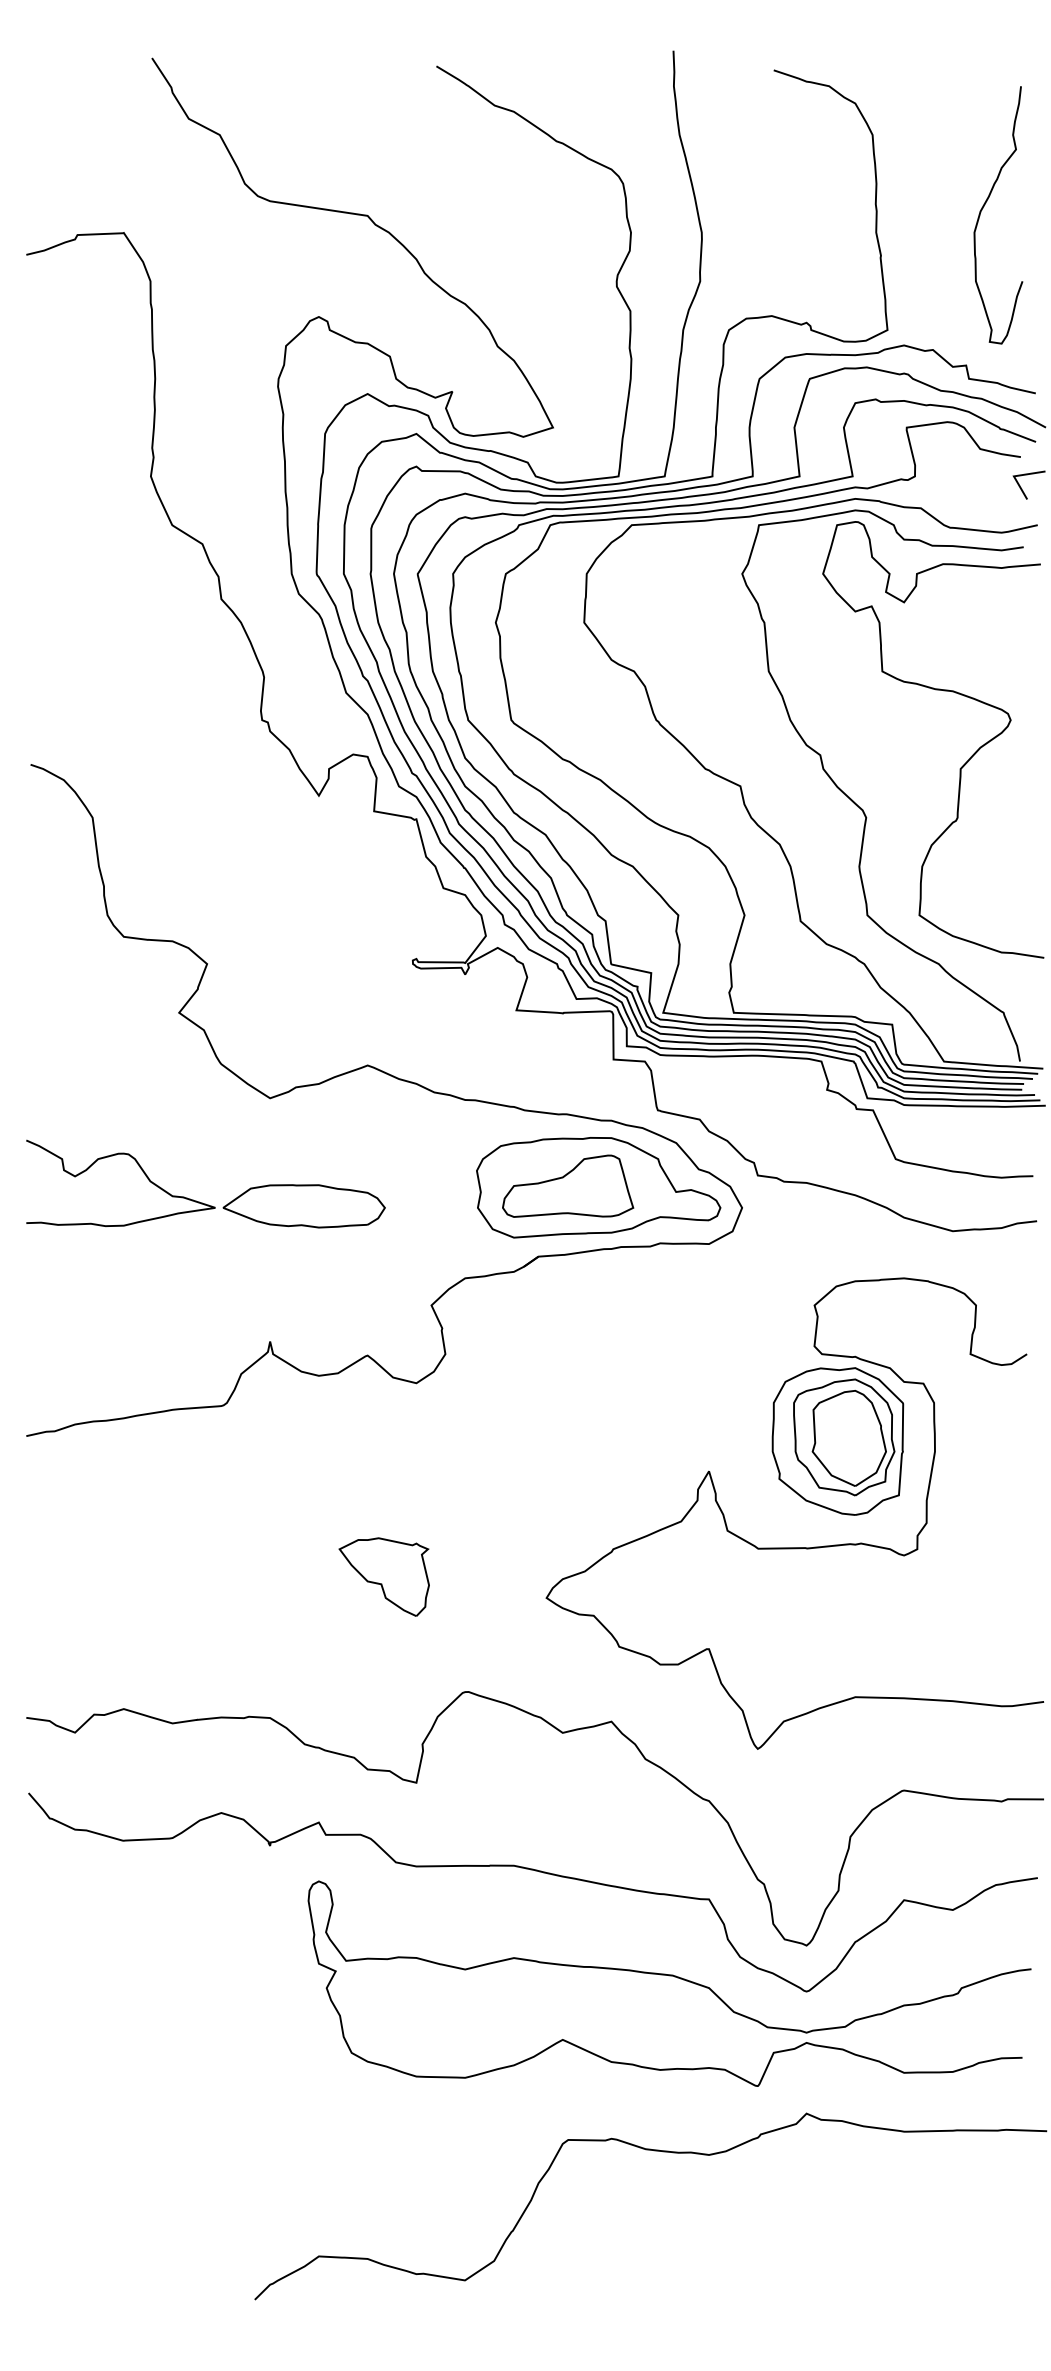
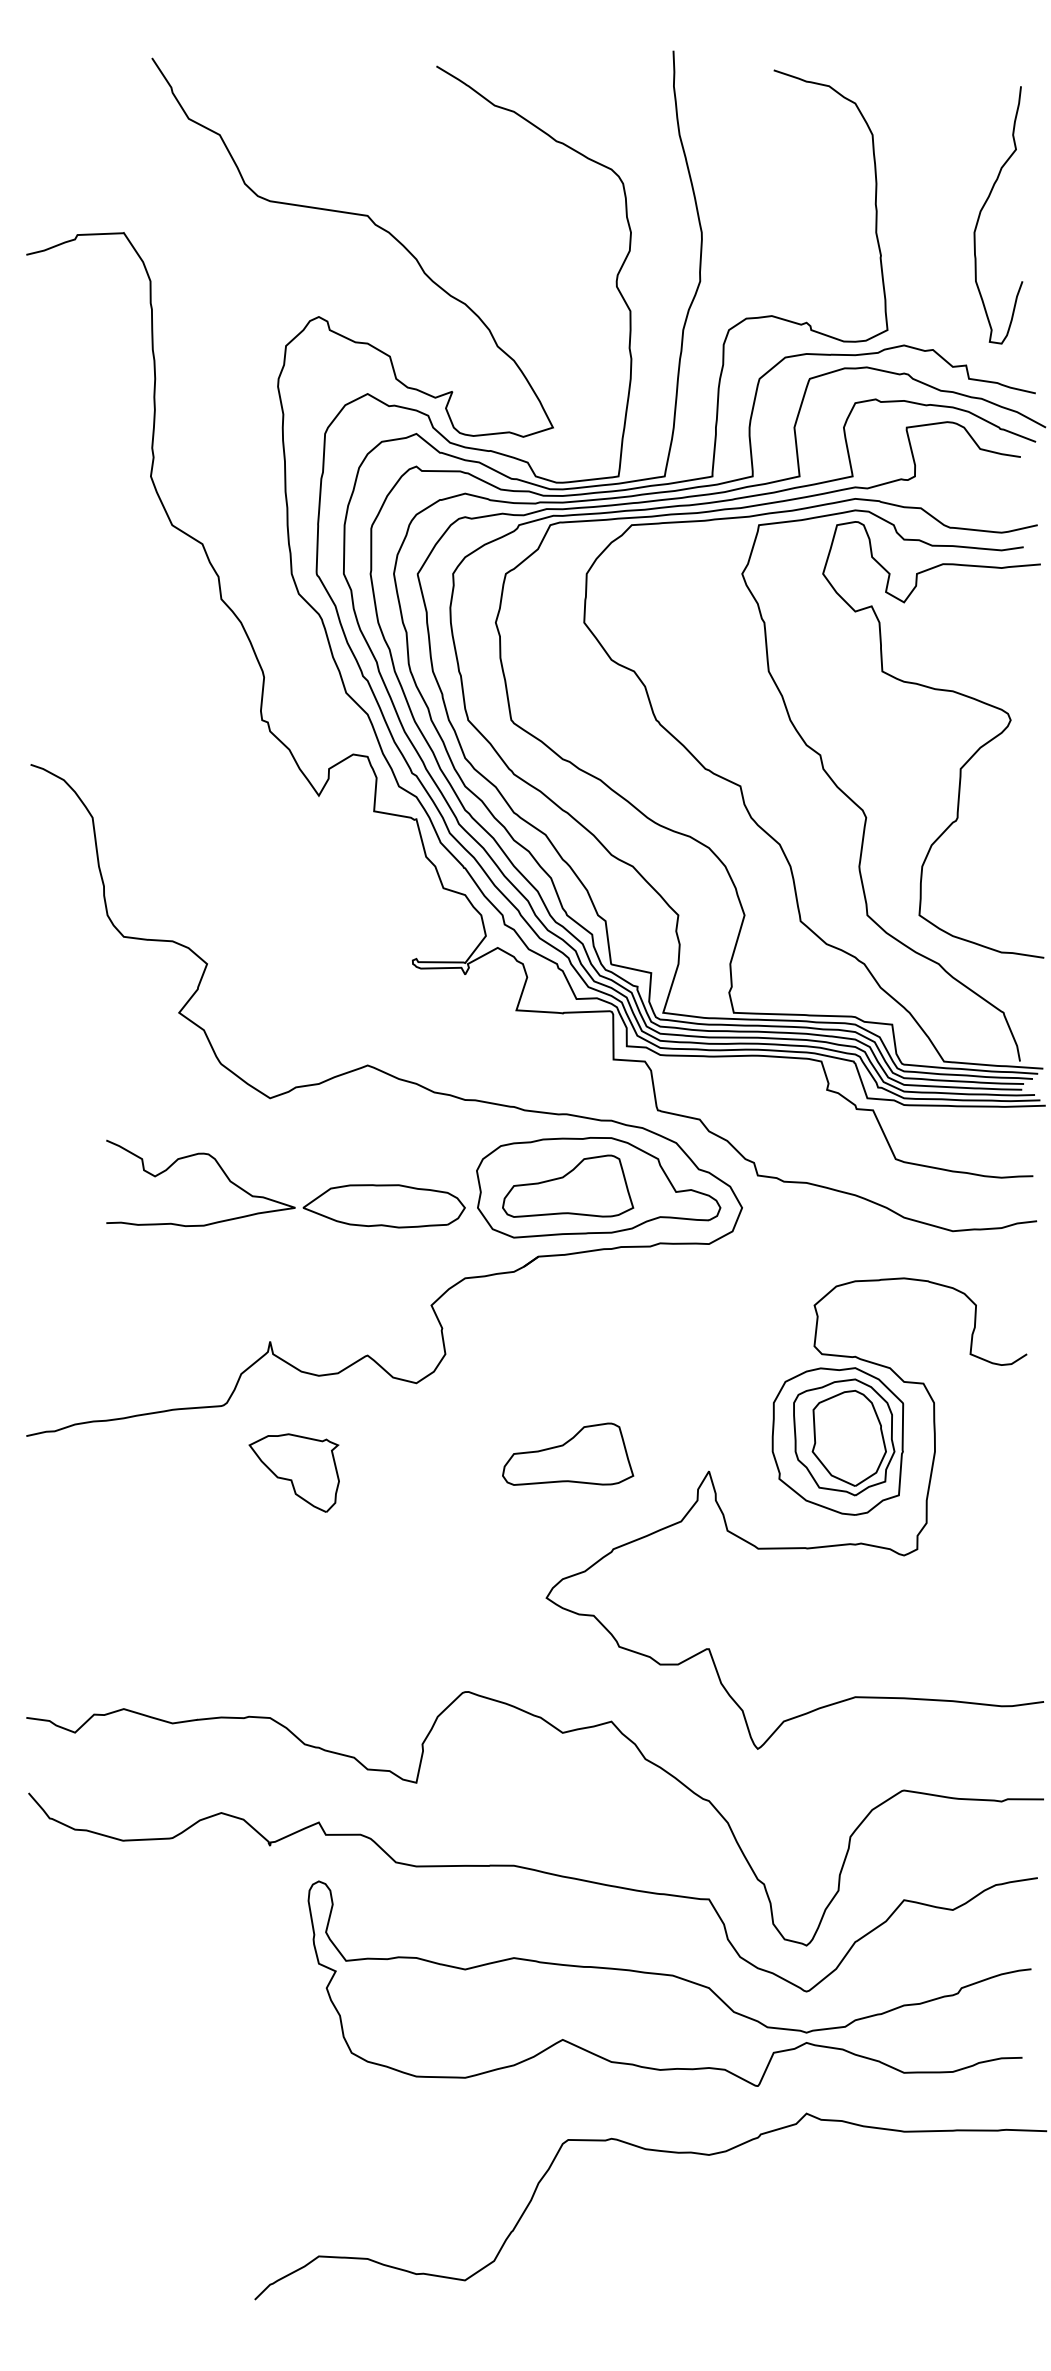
line at (1021, 487): present -> none
part at (199, 1201) position: (199, 1201) -> (279, 1201)
part at (568, 1453): none -> present
part at (383, 1576) position: (383, 1576) -> (293, 1472)
